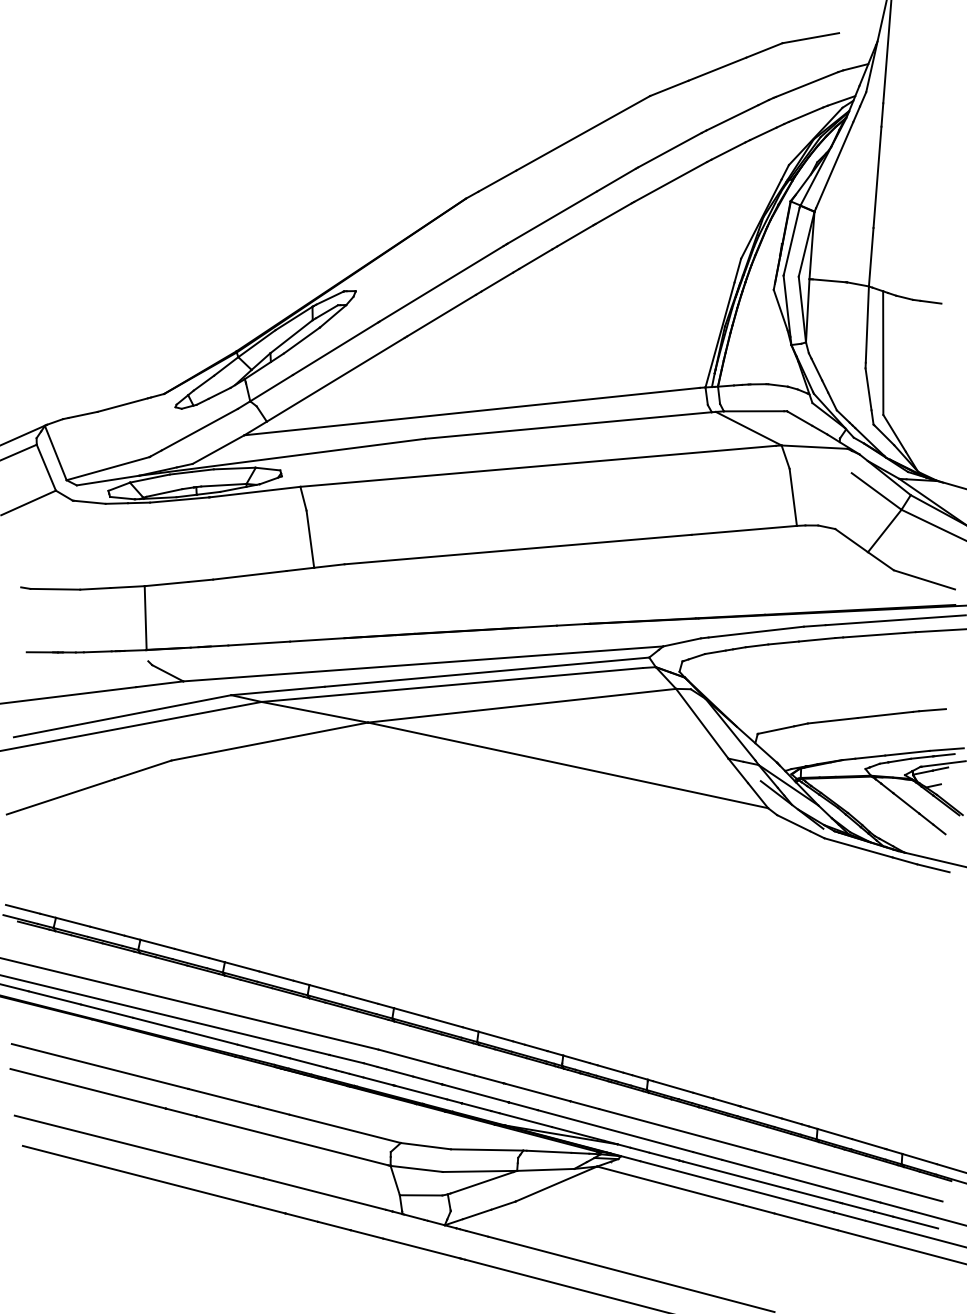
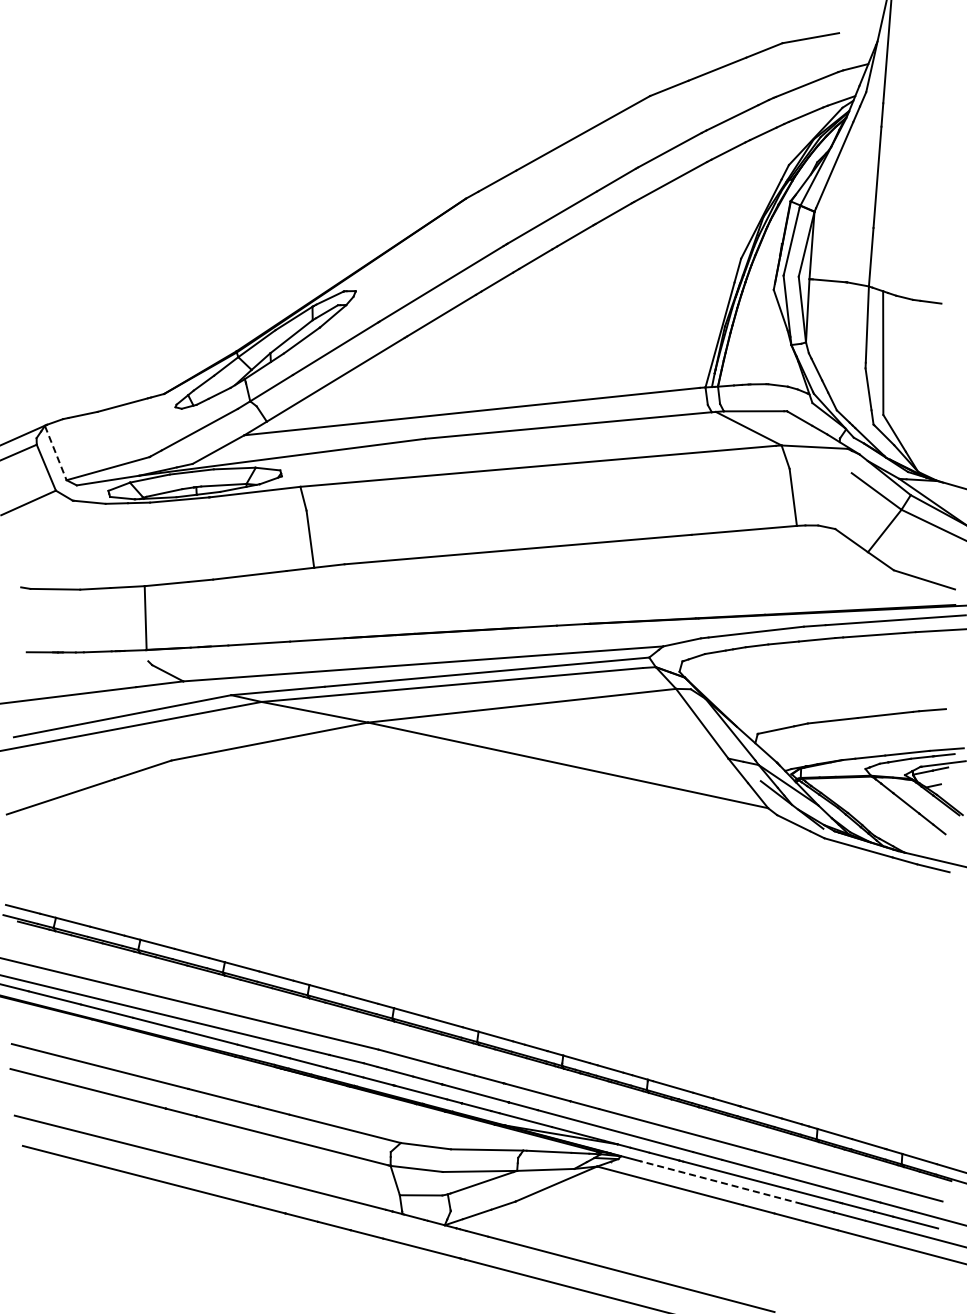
line at (55, 453): solid -> dashed
line at (721, 1182): solid -> dashed
